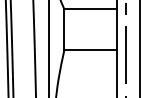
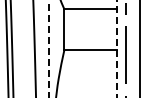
line at (117, 48): solid -> dashed
line at (48, 49): solid -> dashed
